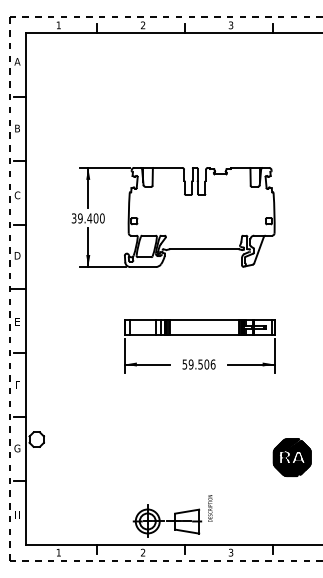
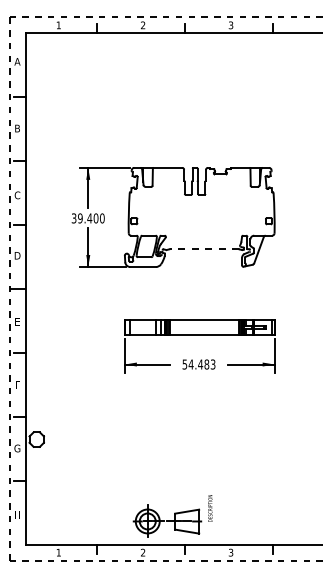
line at (204, 249): solid -> dashed
text at (201, 364): 59.506 -> 54.483
part at (291, 457): present -> none
